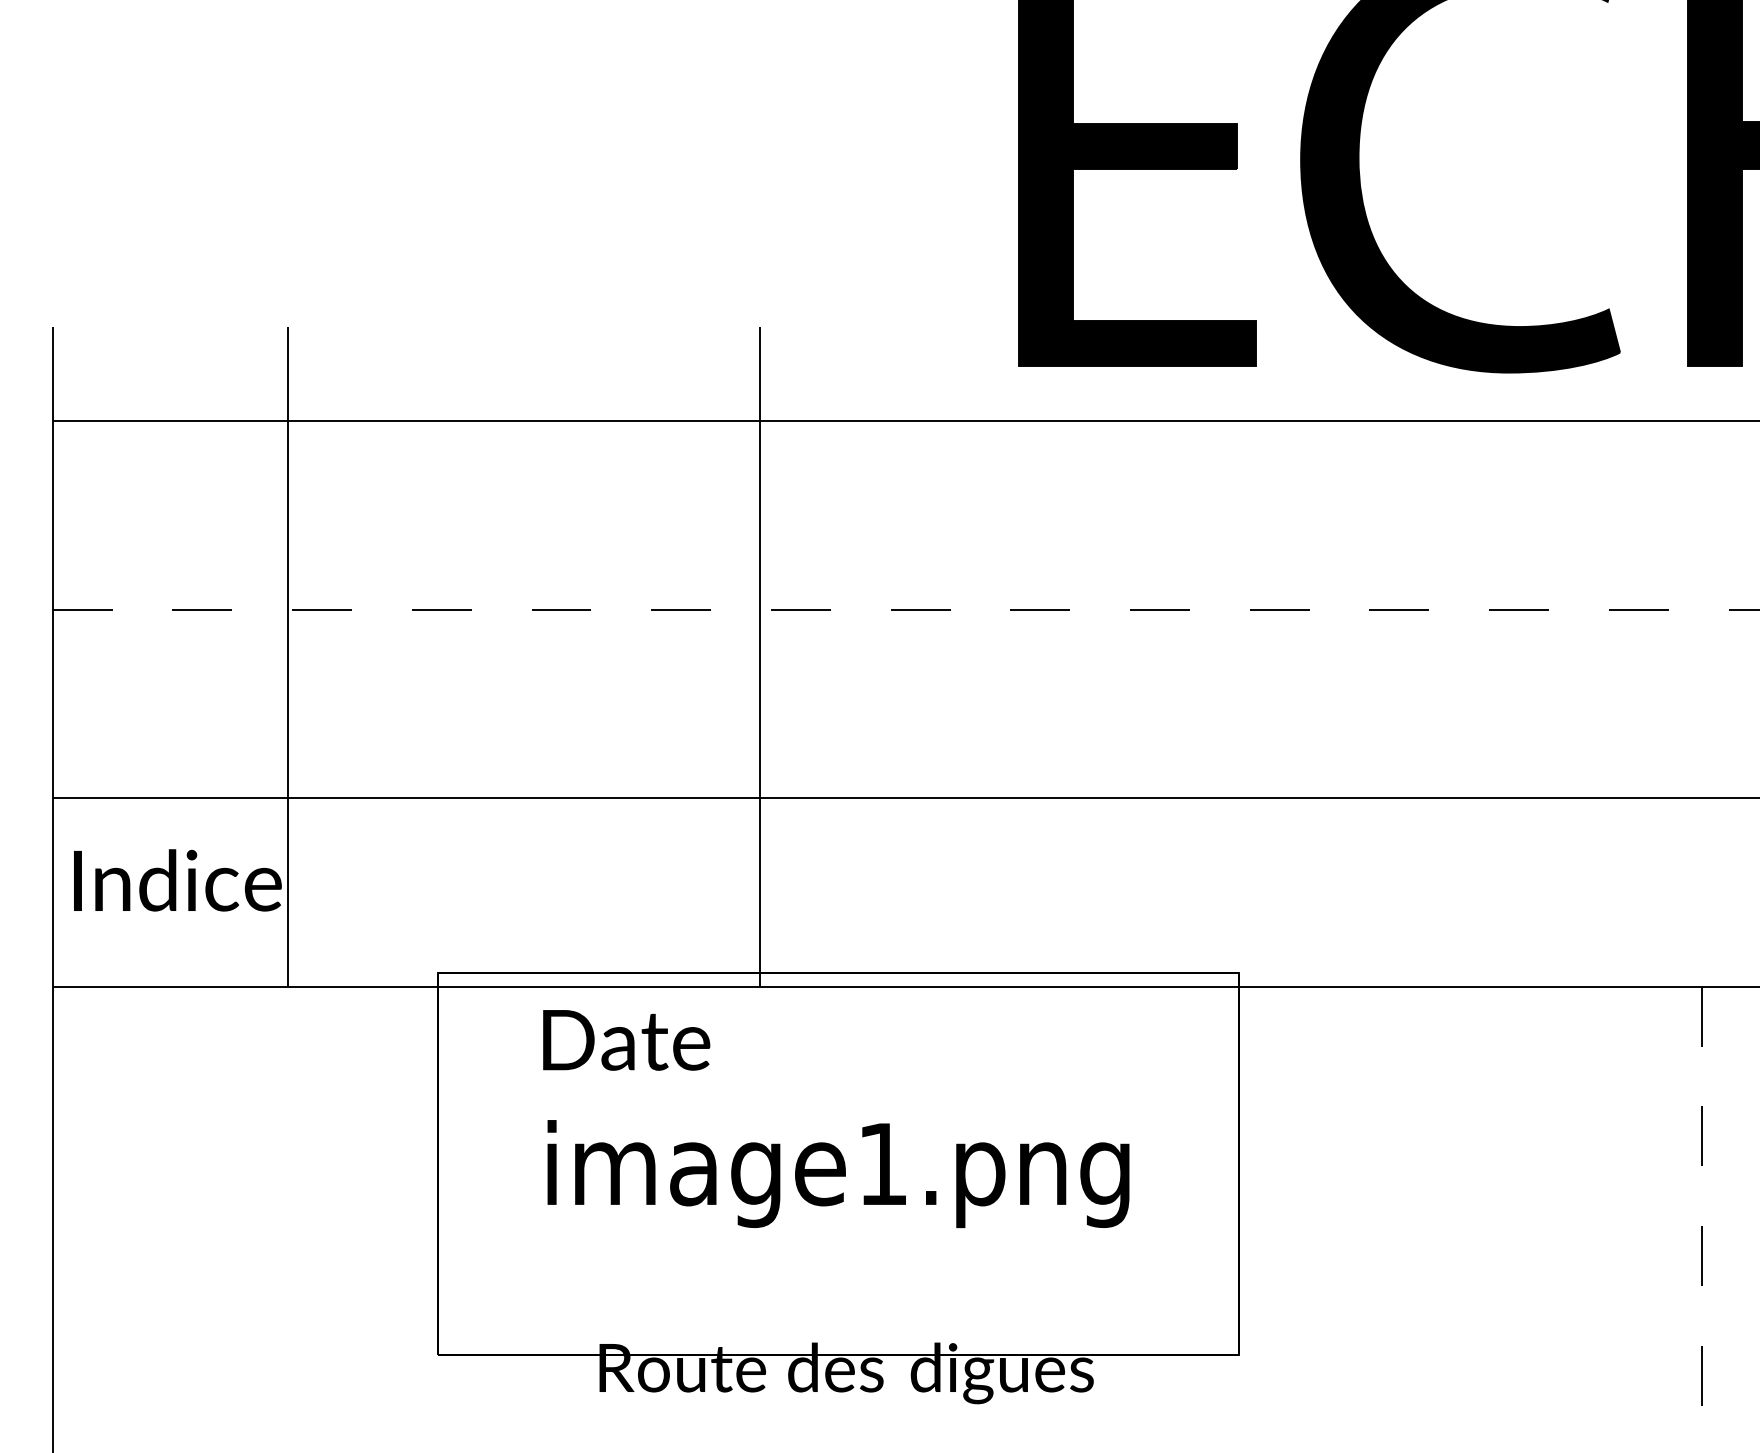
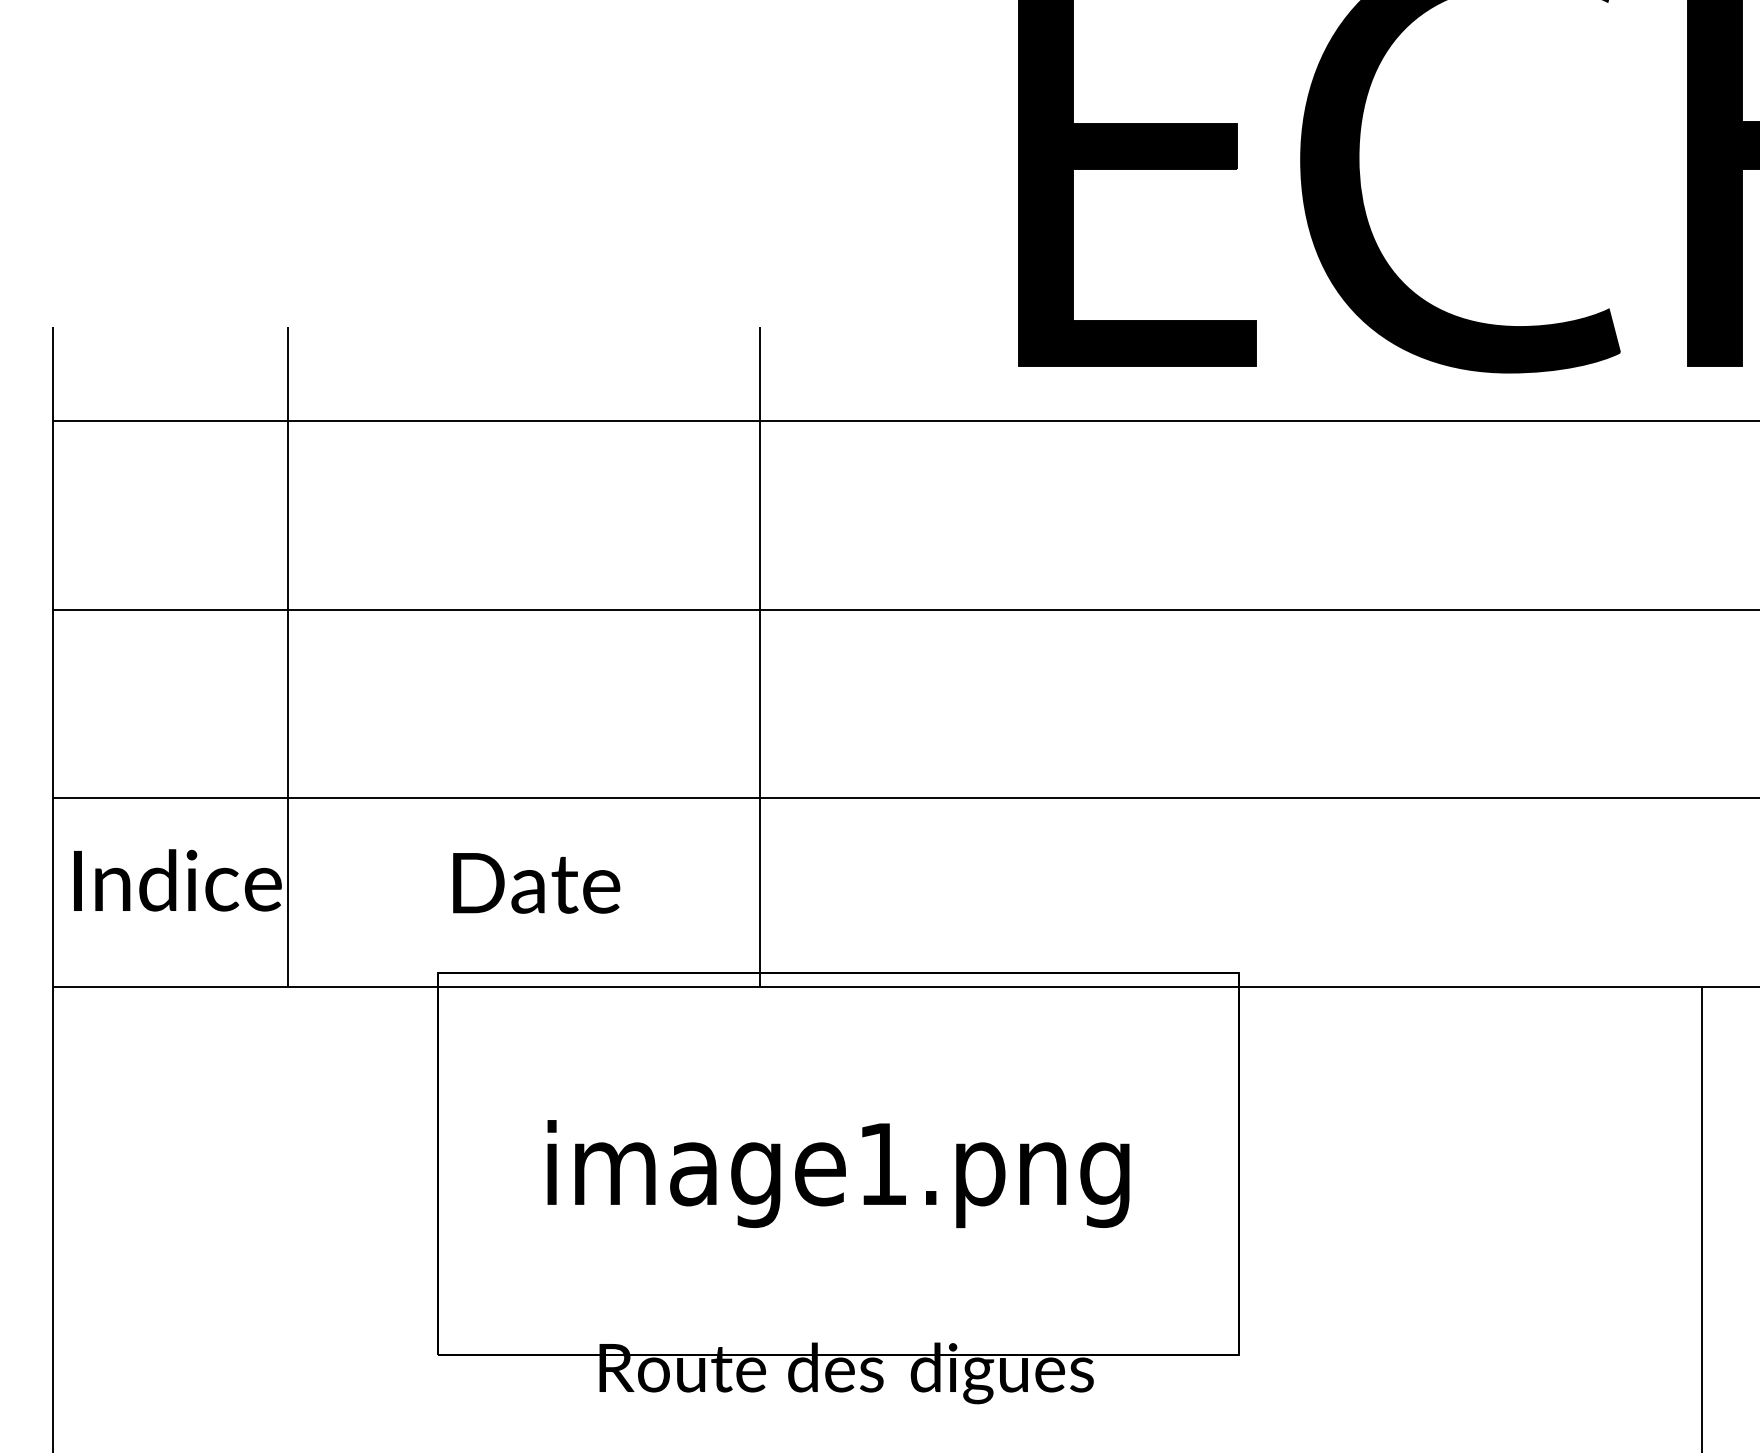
line at (906, 609): dashed -> solid
text at (626, 1040) position: (626, 1040) -> (536, 883)
line at (1702, 1219): dashed -> solid
